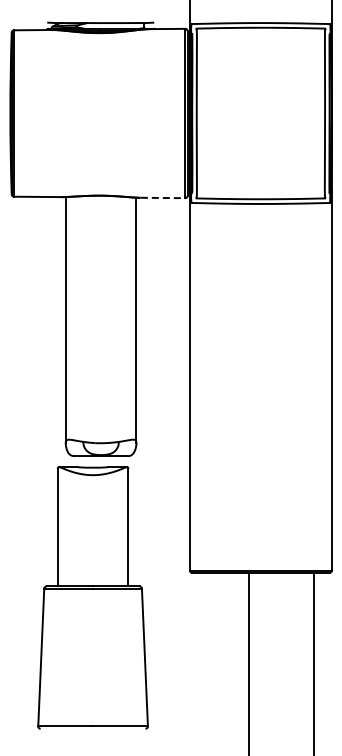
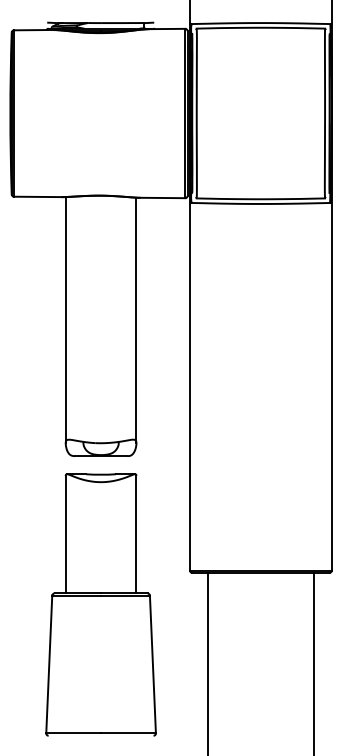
line at (163, 198): dashed -> solid
part at (92, 597) position: (92, 597) -> (100, 604)
line at (248, 662) position: (248, 662) -> (207, 662)
